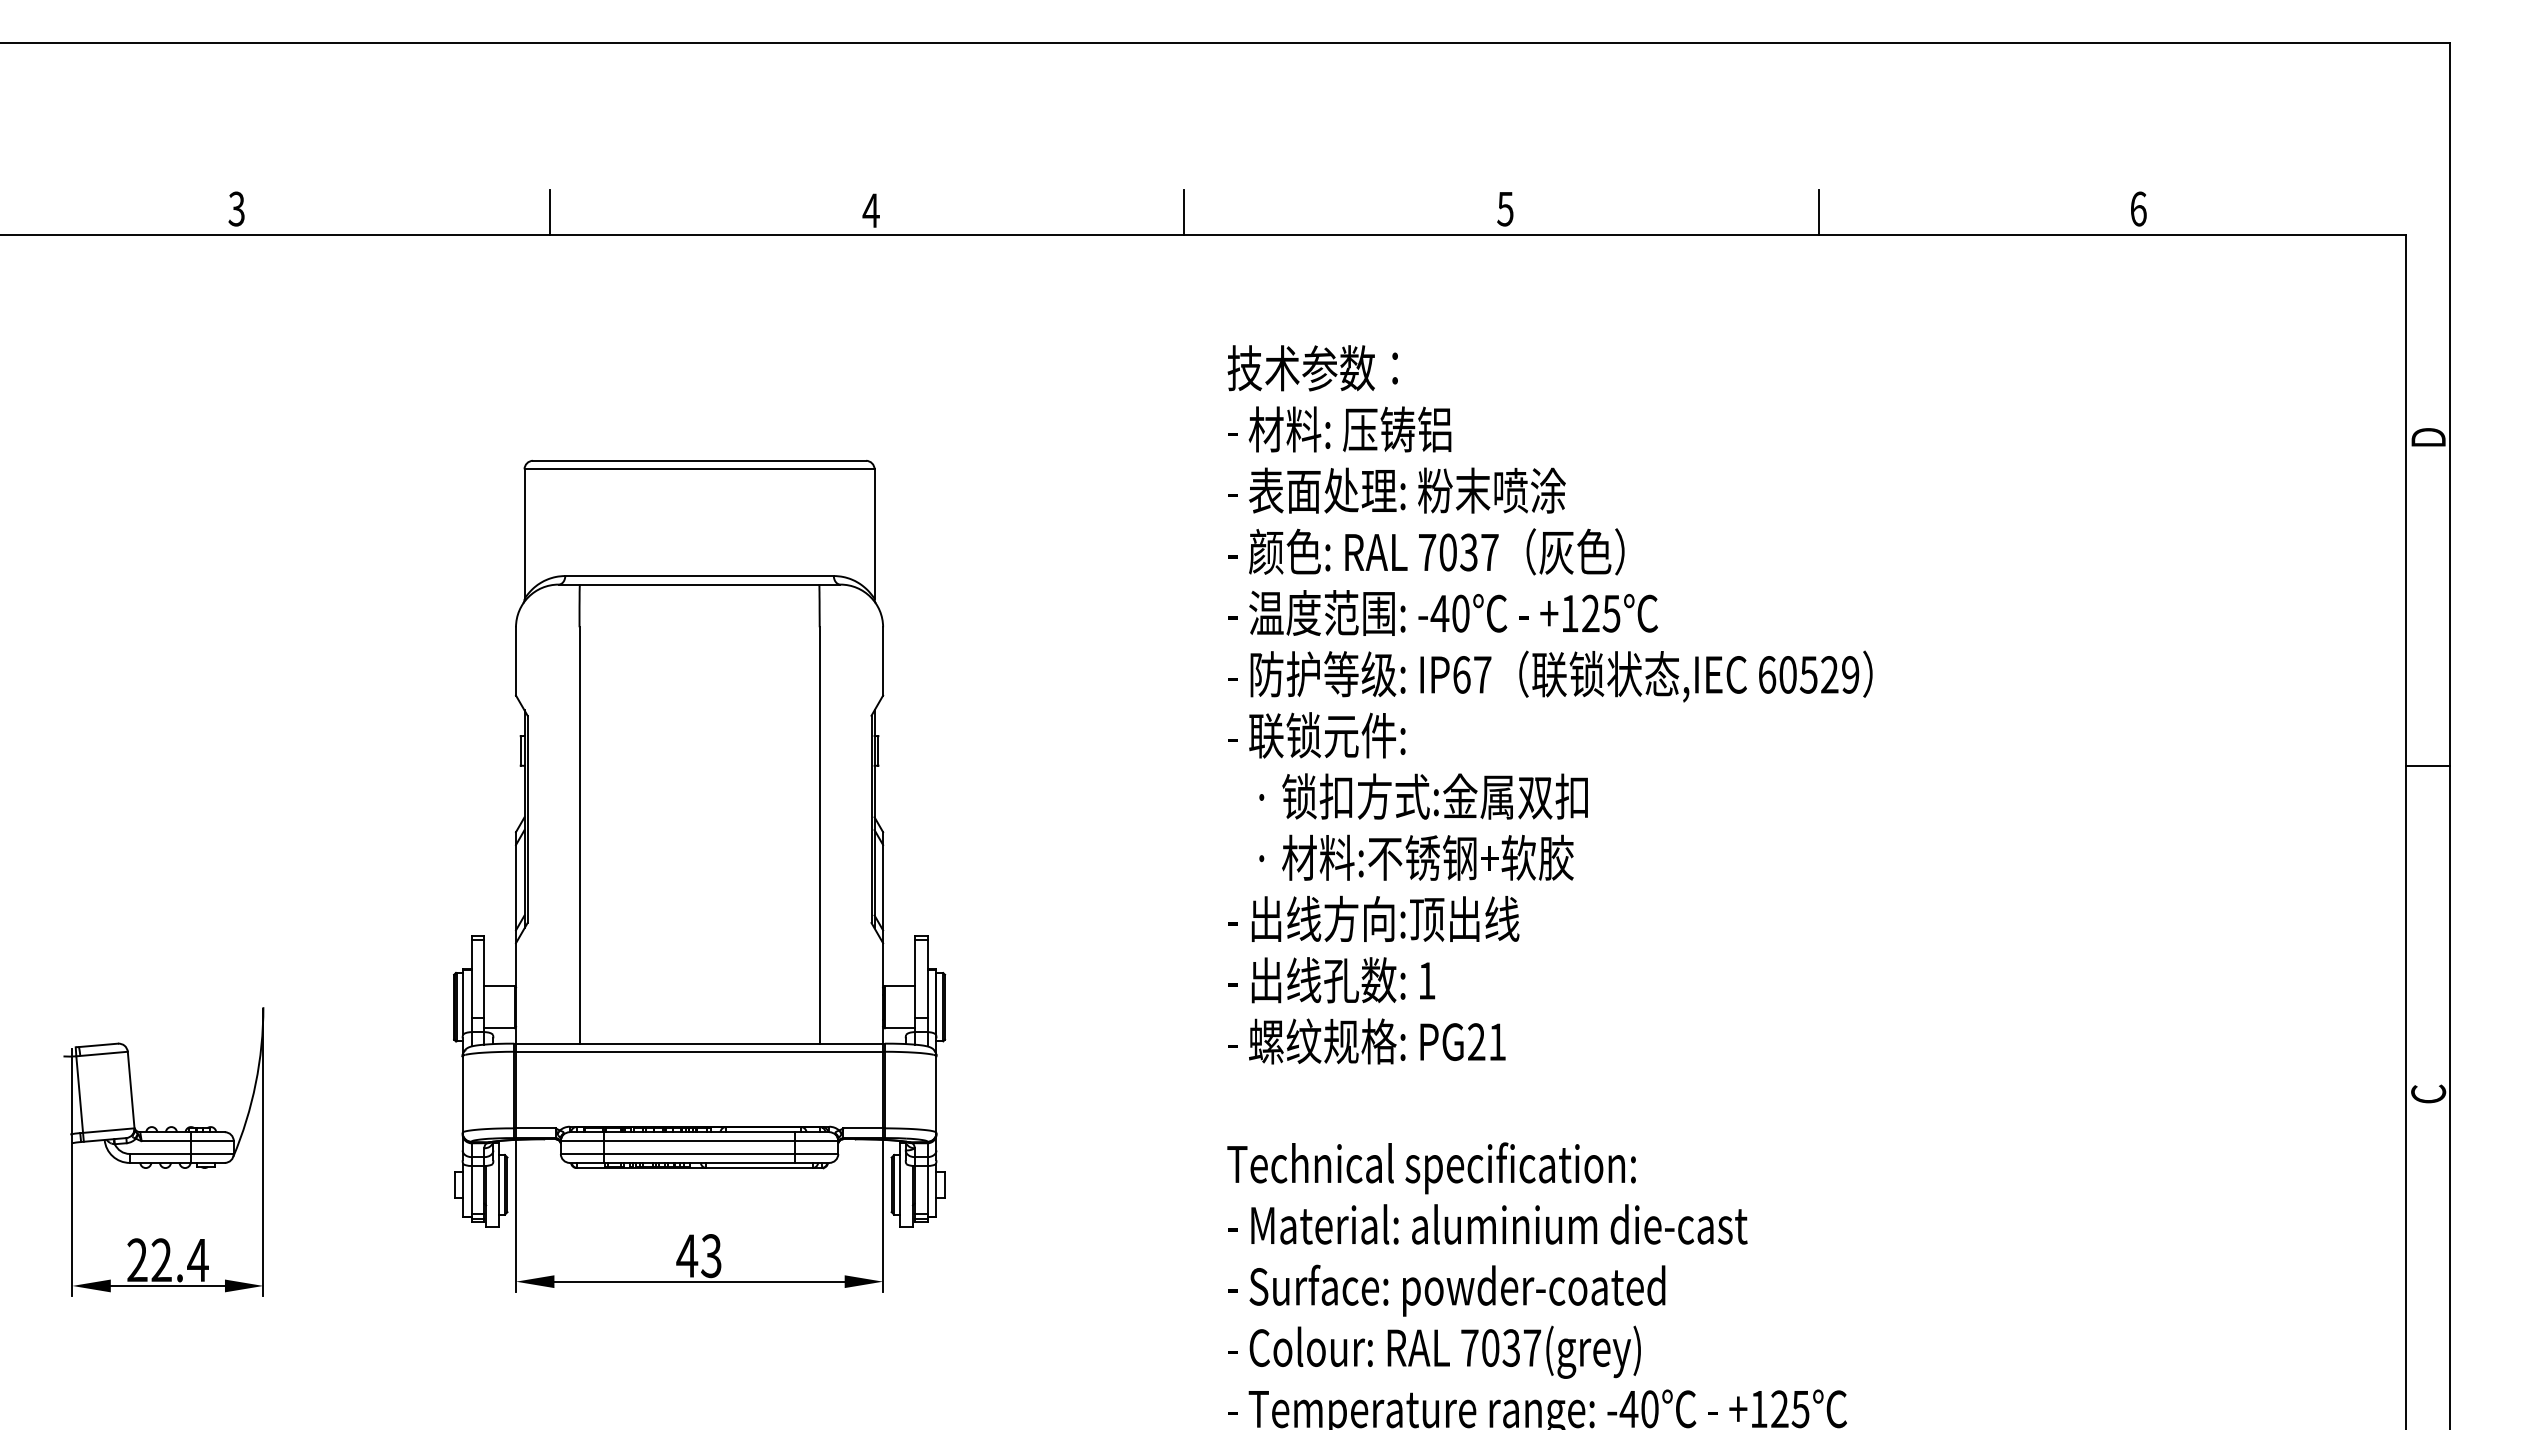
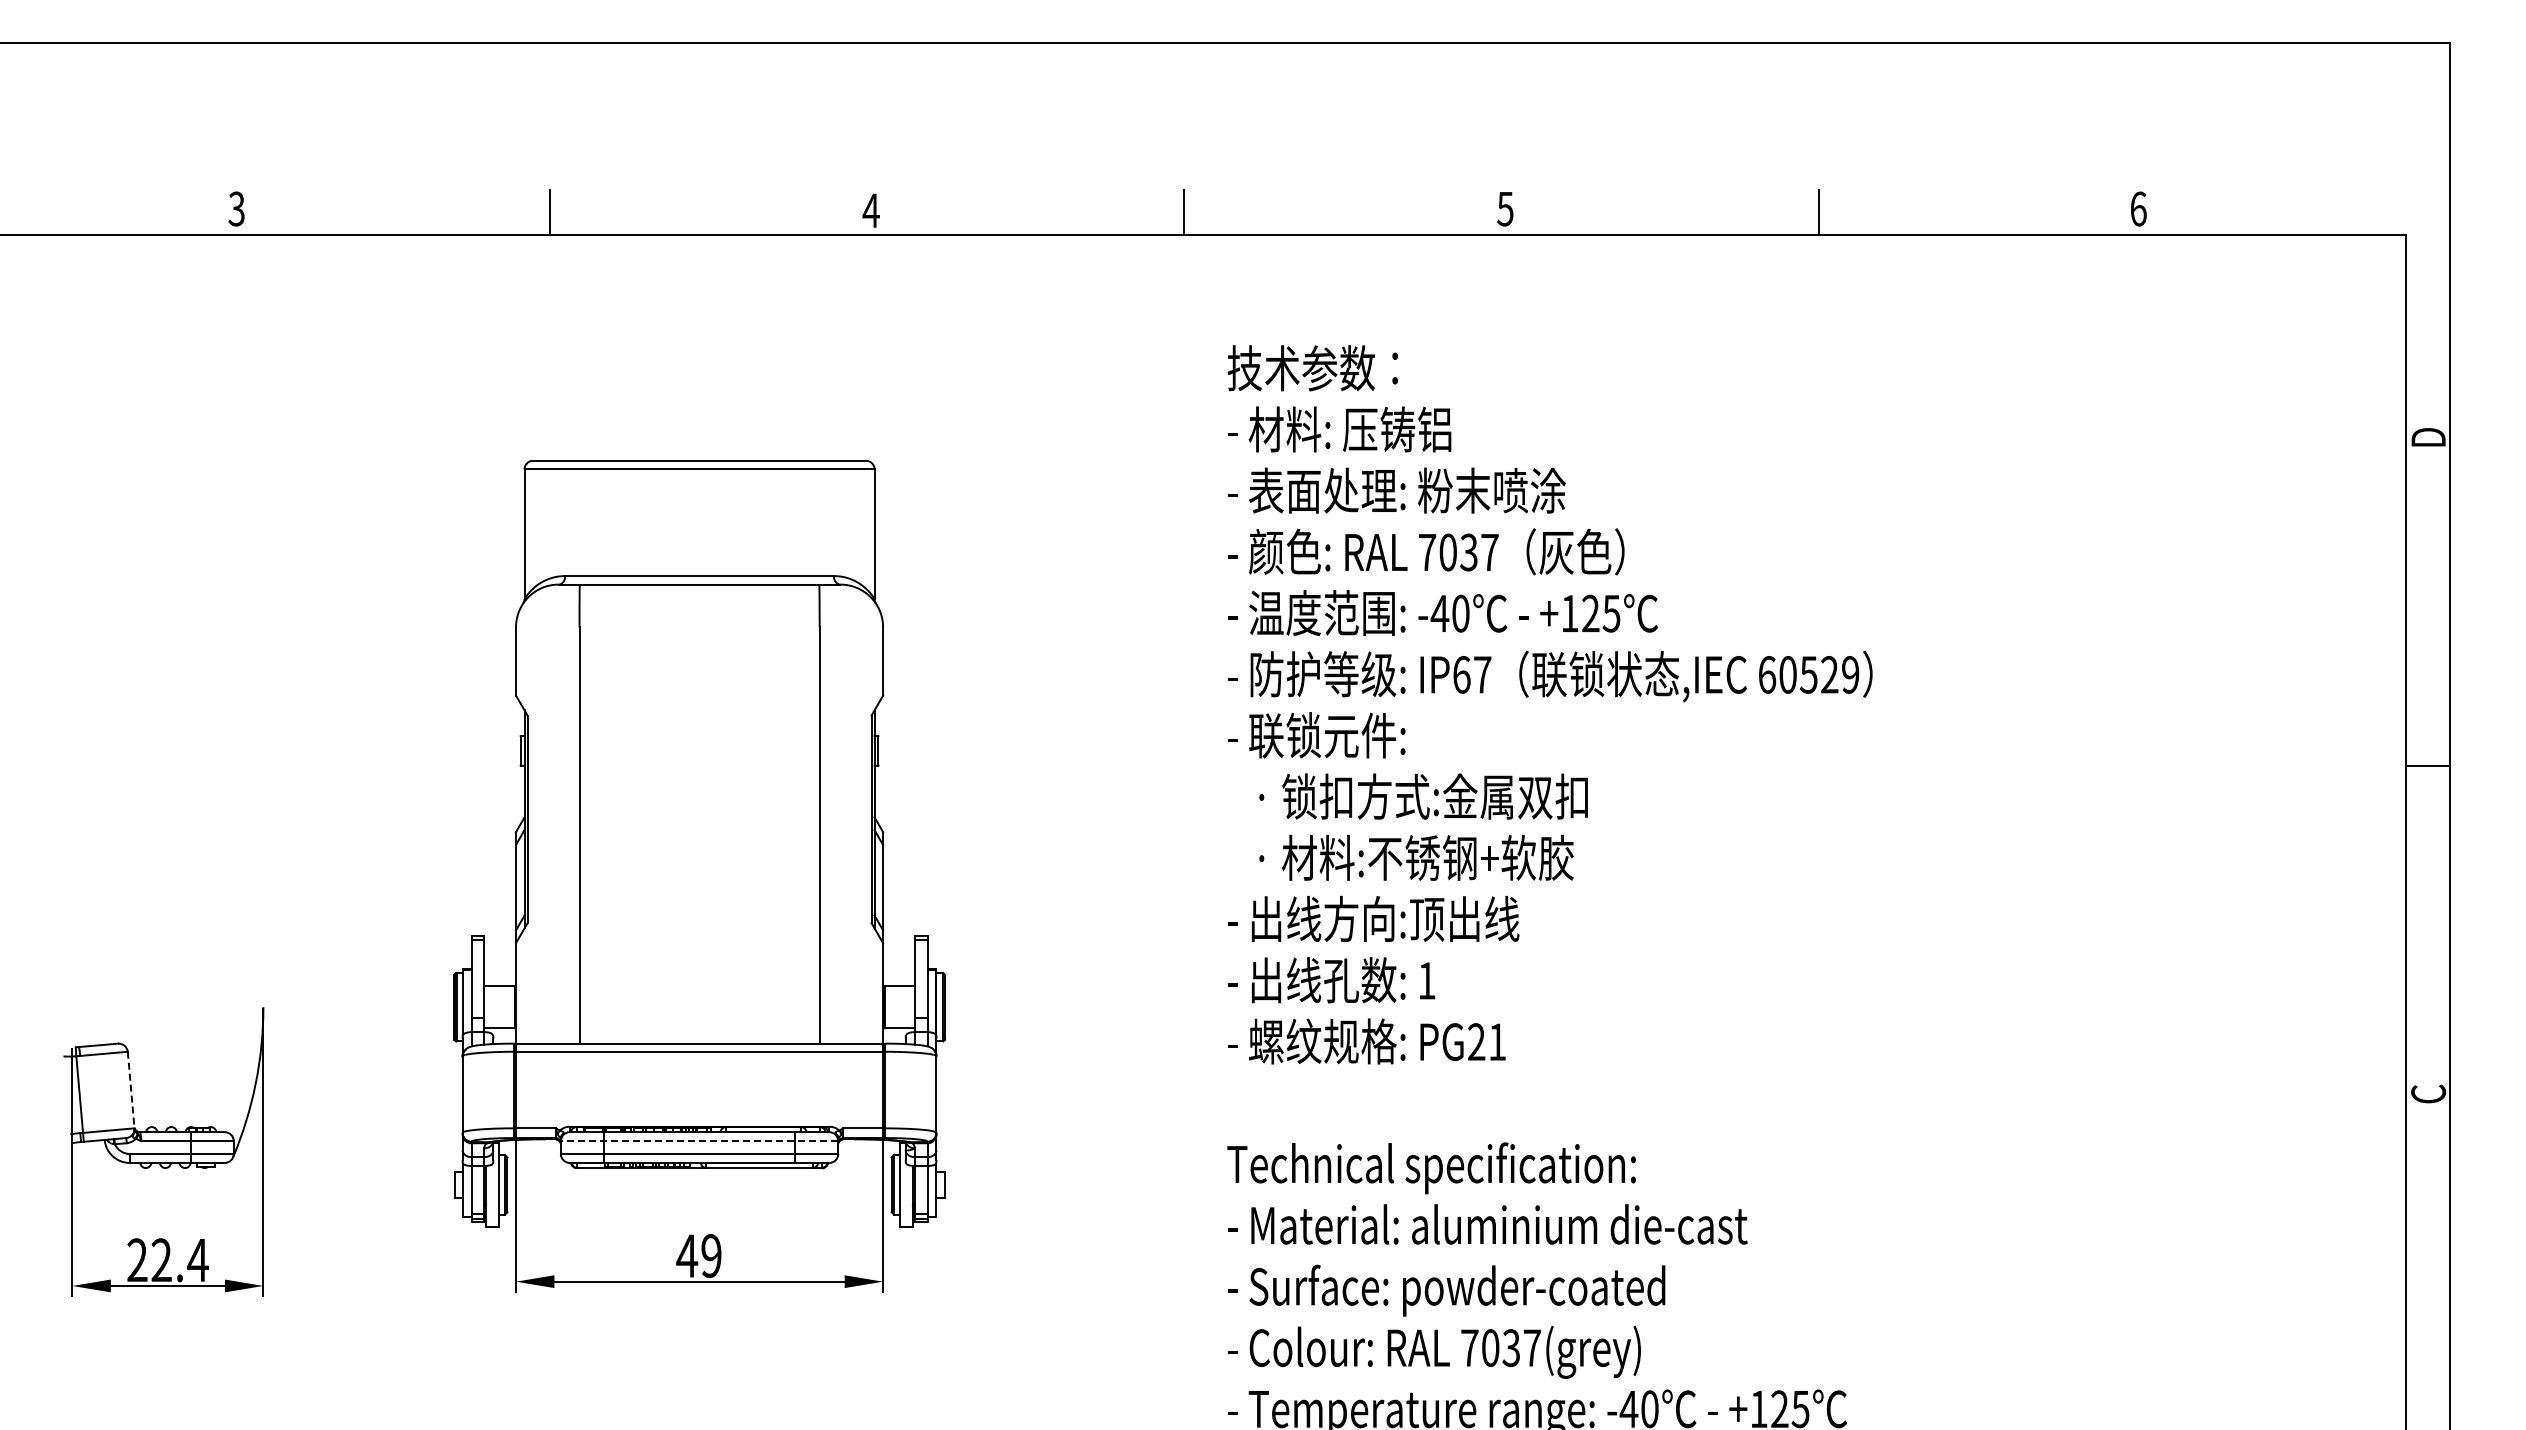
line at (131, 1091): solid -> dashed
line at (699, 1141): solid -> dashed
text at (711, 1256): 43 -> 49
